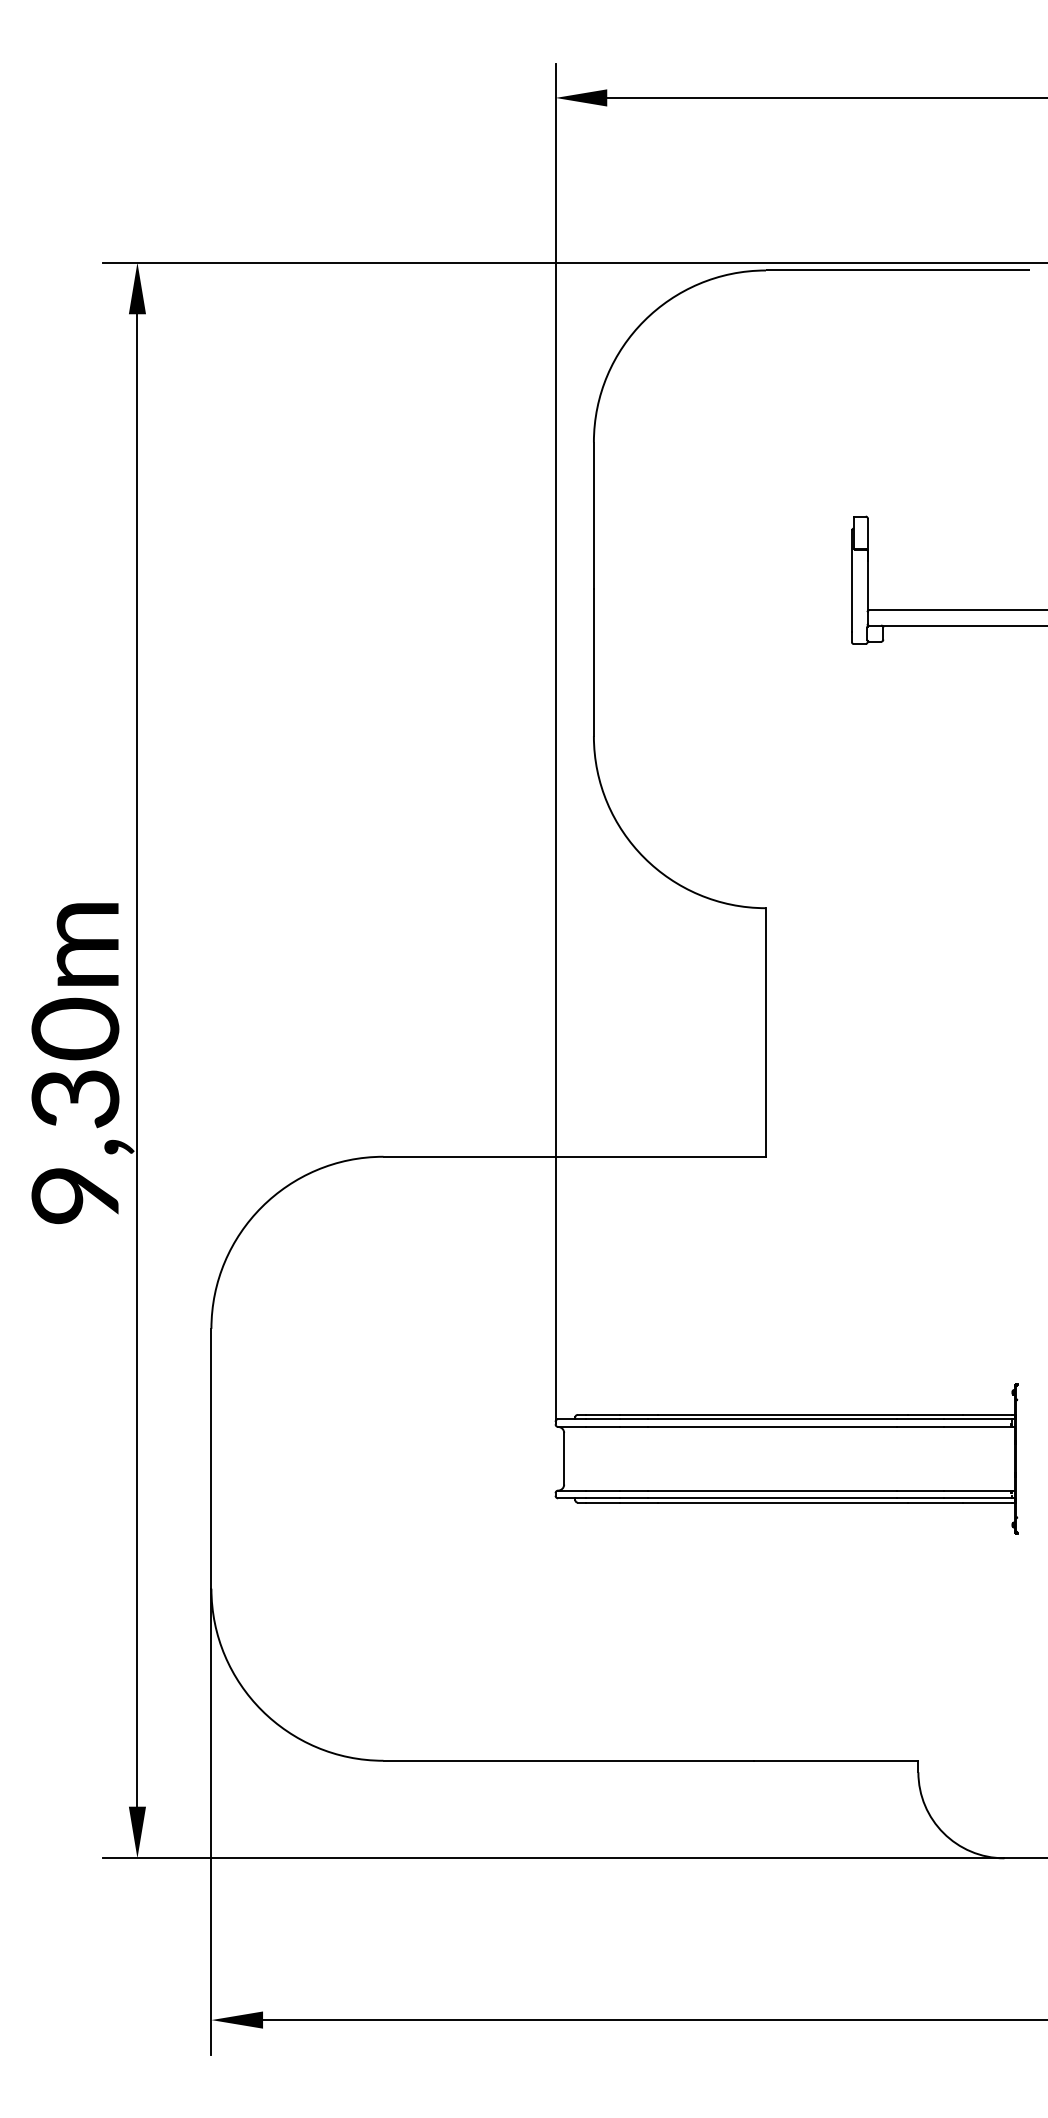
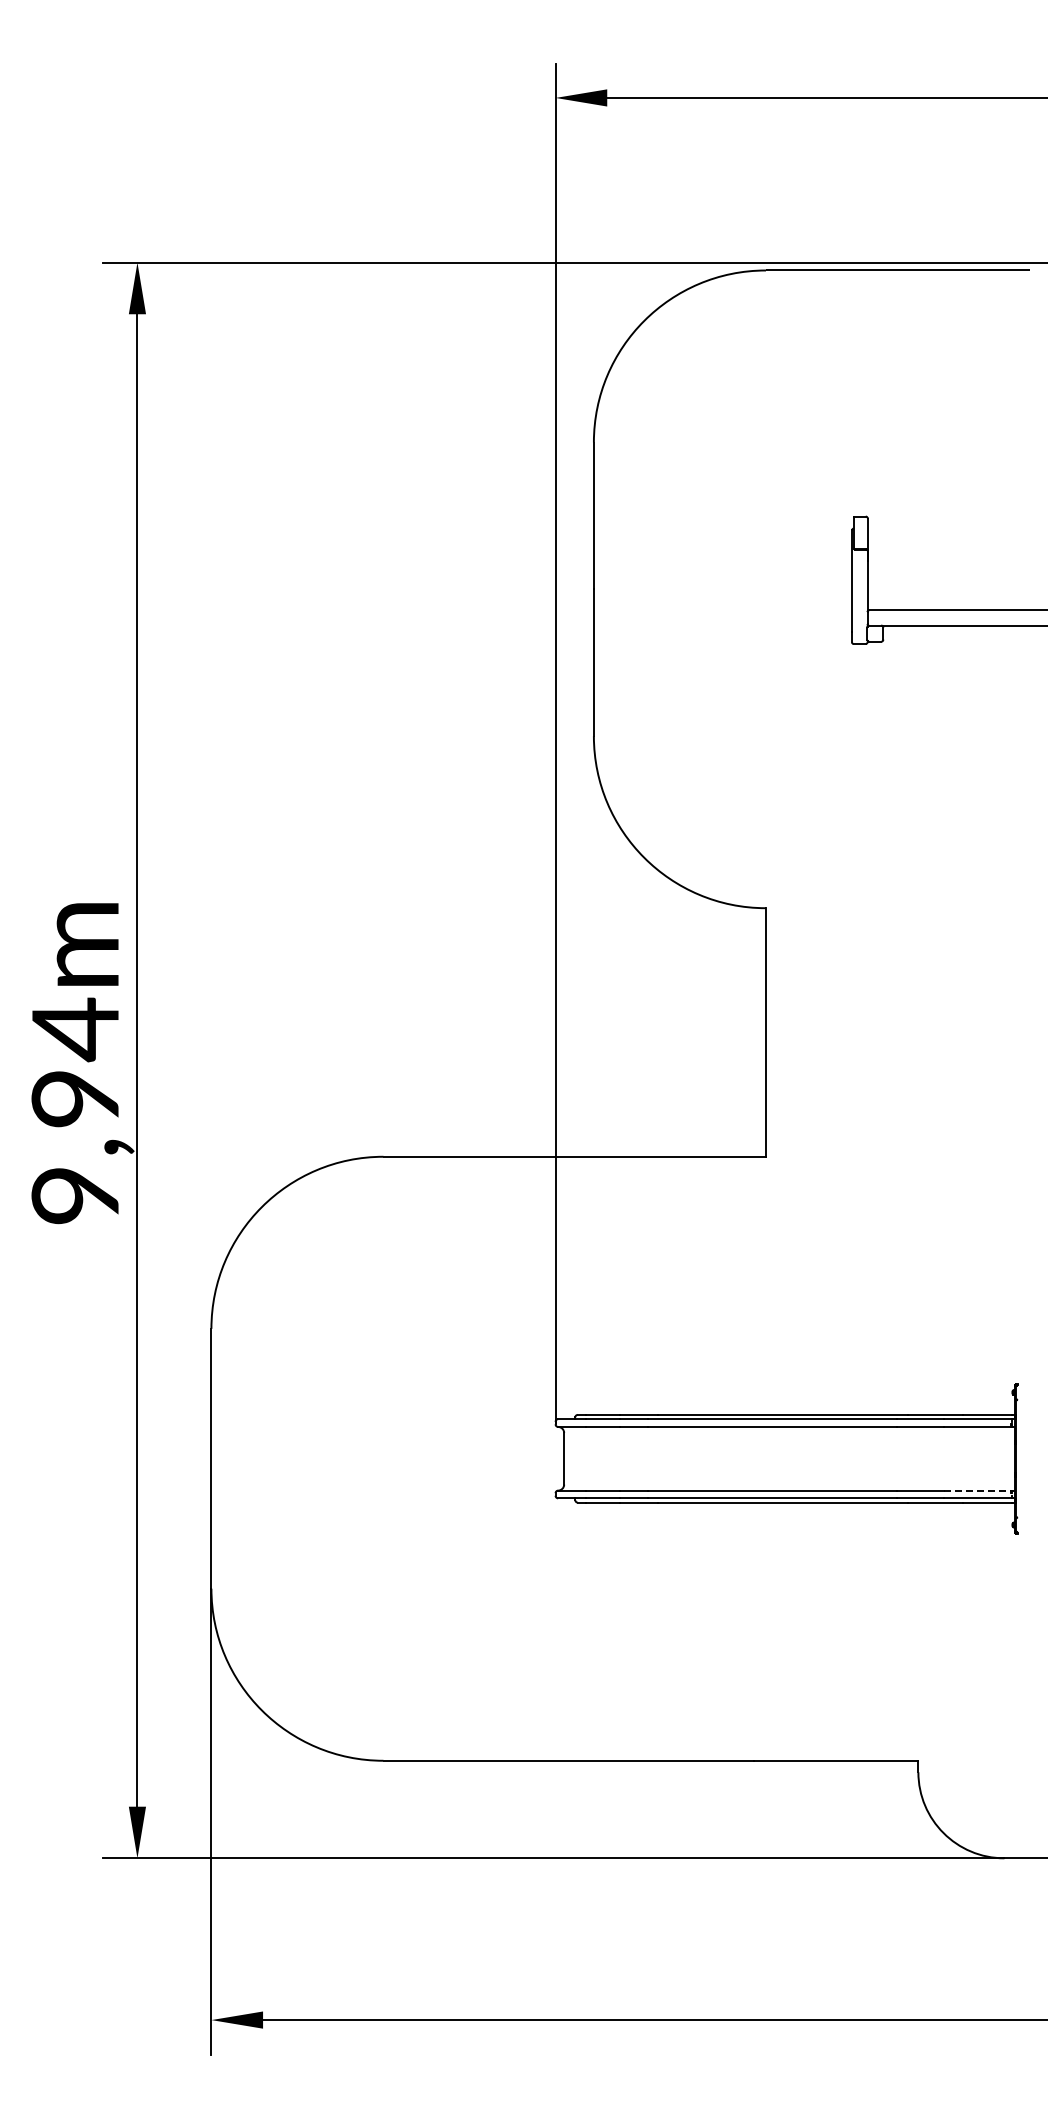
text at (75, 1062): 9,30m -> 9,94m
line at (979, 1490): solid -> dashed
